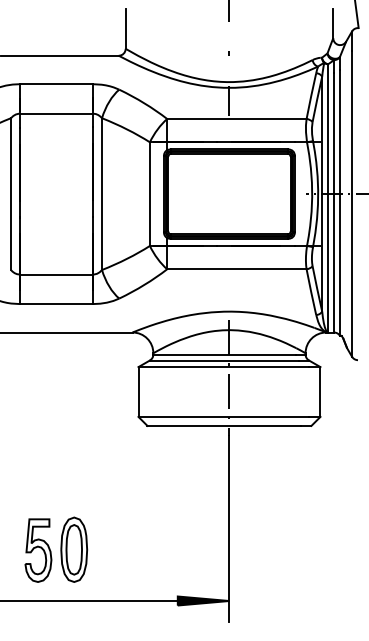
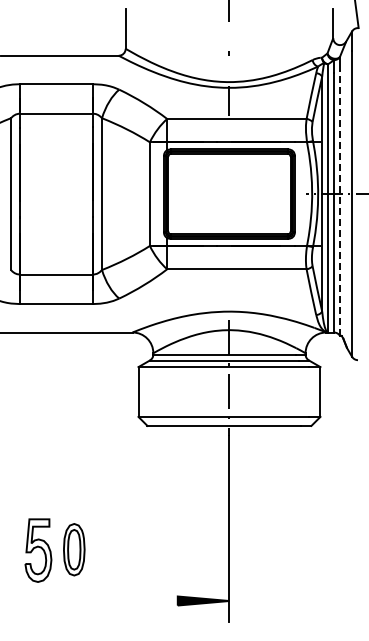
line at (340, 202): solid -> dashed
part at (74, 549) size: 29x67 px -> 23x54 px
line at (89, 601): present -> none
